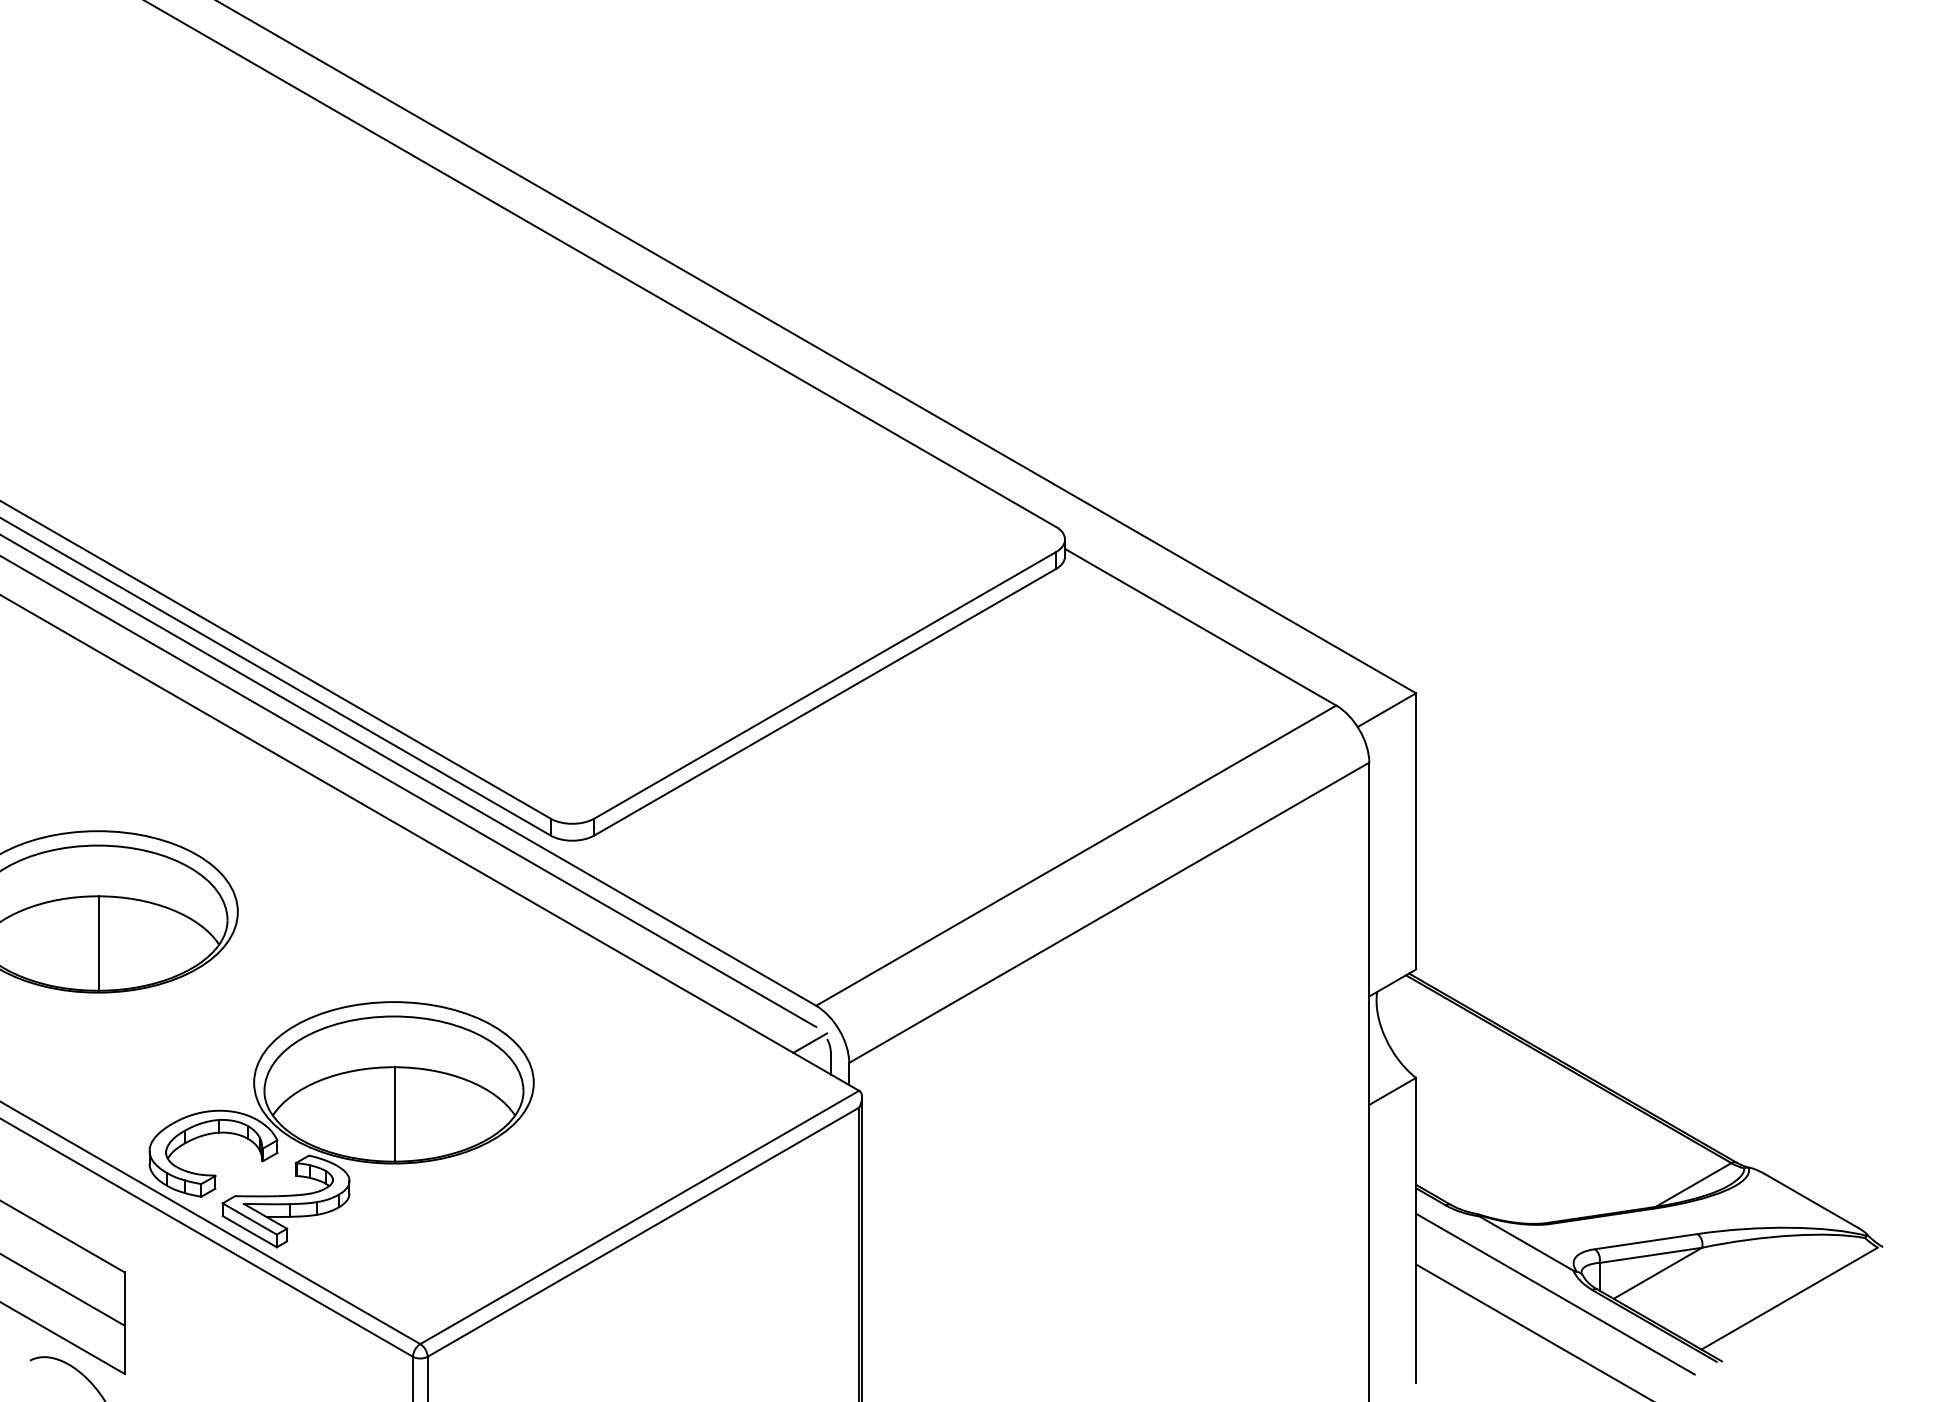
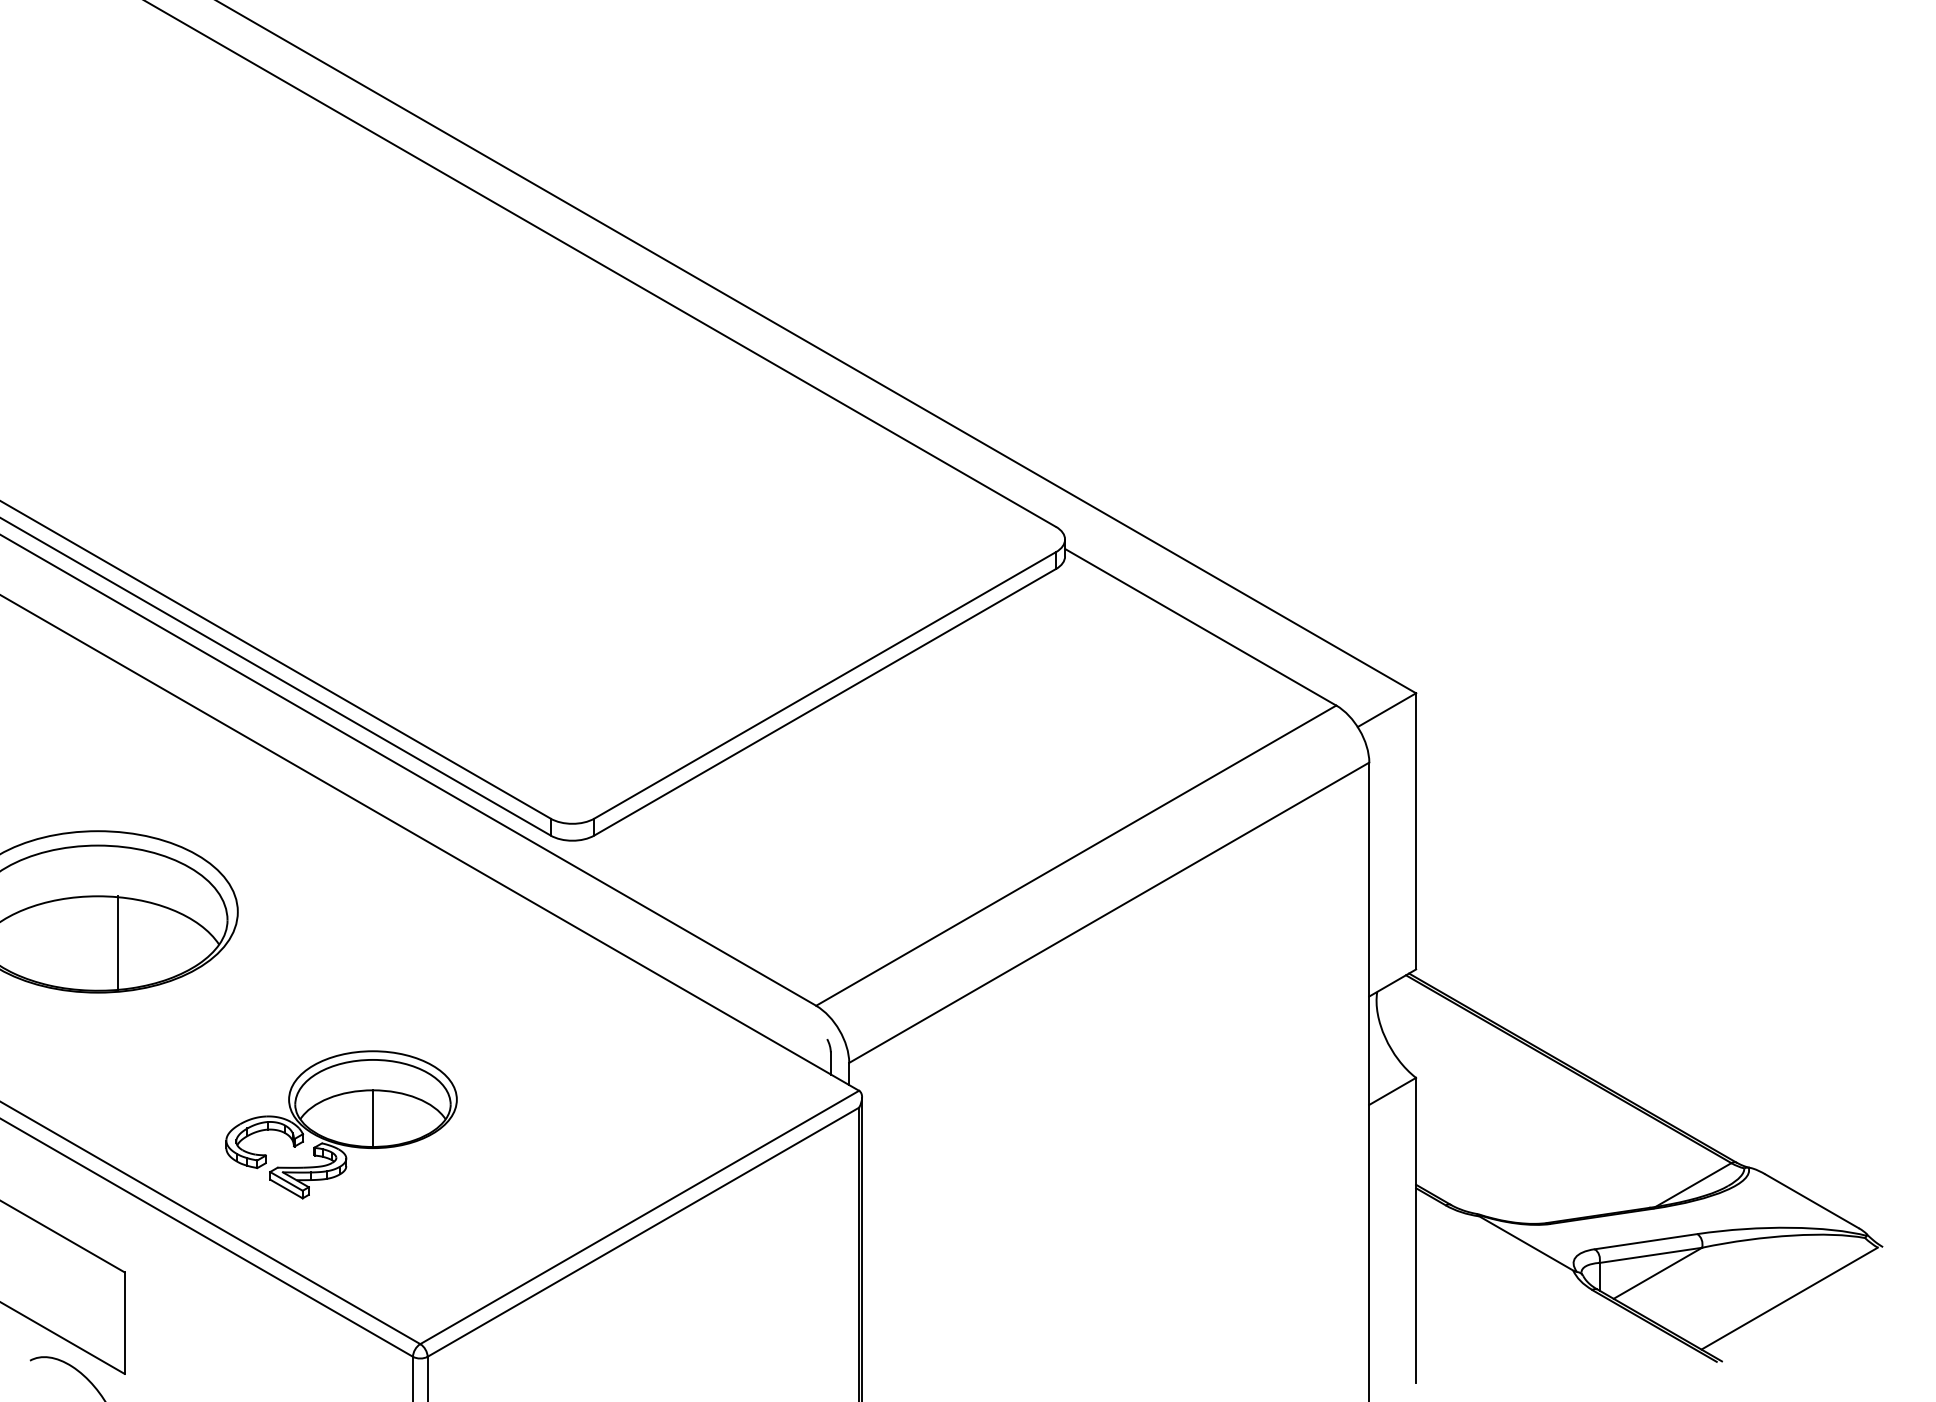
line at (409, 791): present -> none
line at (98, 943) position: (98, 943) -> (117, 943)
line at (810, 1042): present -> none
part at (341, 1124) size: 387x248 px -> 233x150 px
line at (63, 1290): present -> none
line at (1555, 1293): present -> none
line at (1532, 1331): present -> none
